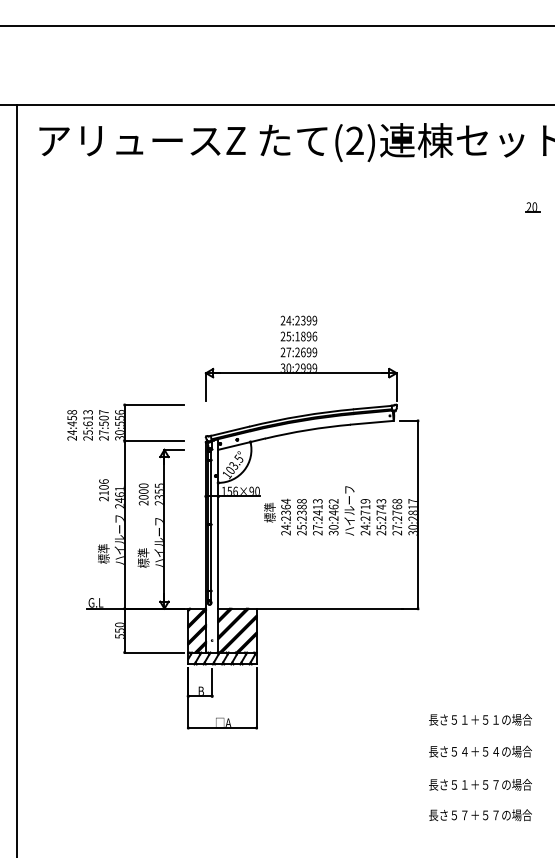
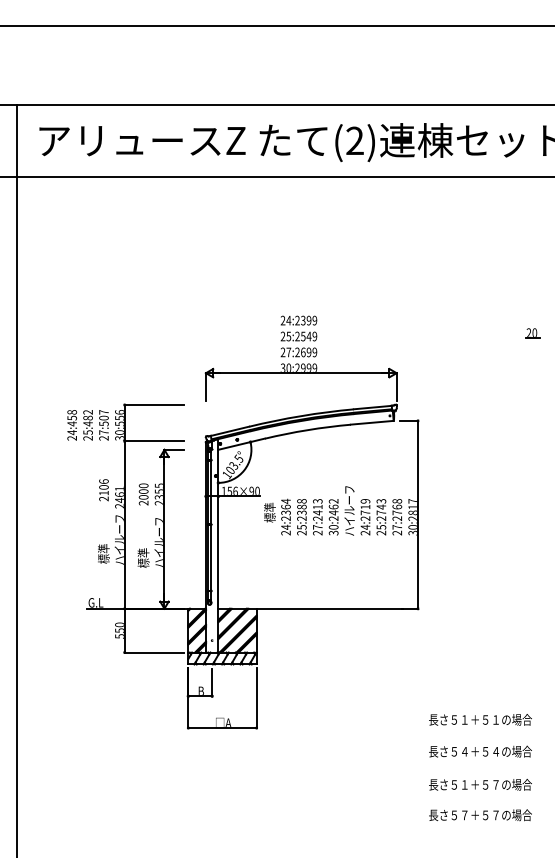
line at (276, 176): none -> present
part at (532, 207) position: (532, 207) -> (532, 333)
text at (306, 336): 25:1896 -> 25:2549
text at (87, 418): 25:613 -> 25:482
